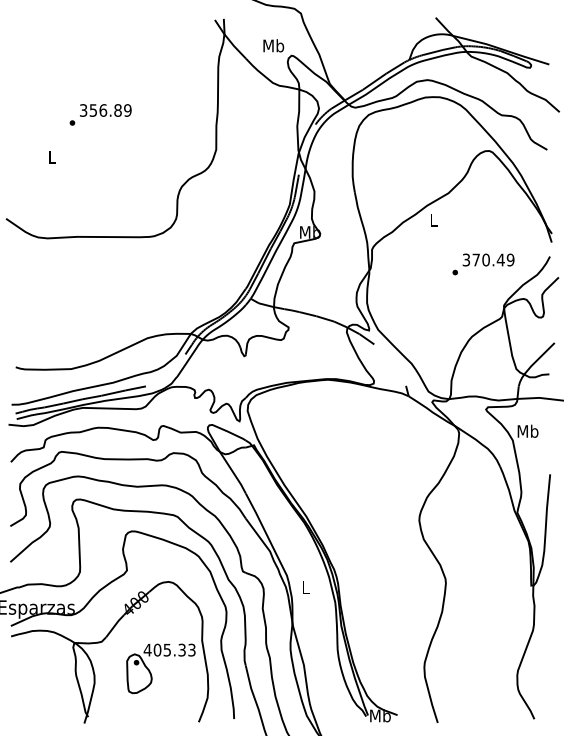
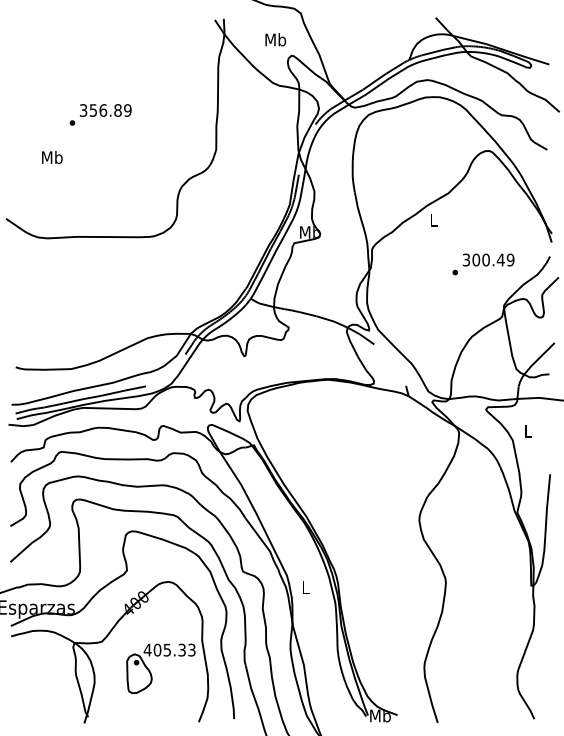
text at (273, 45) position: (273, 45) -> (275, 39)
text at (52, 157): L -> Mb
text at (476, 259): 370.49 -> 300.49
text at (527, 430): Mb -> L
